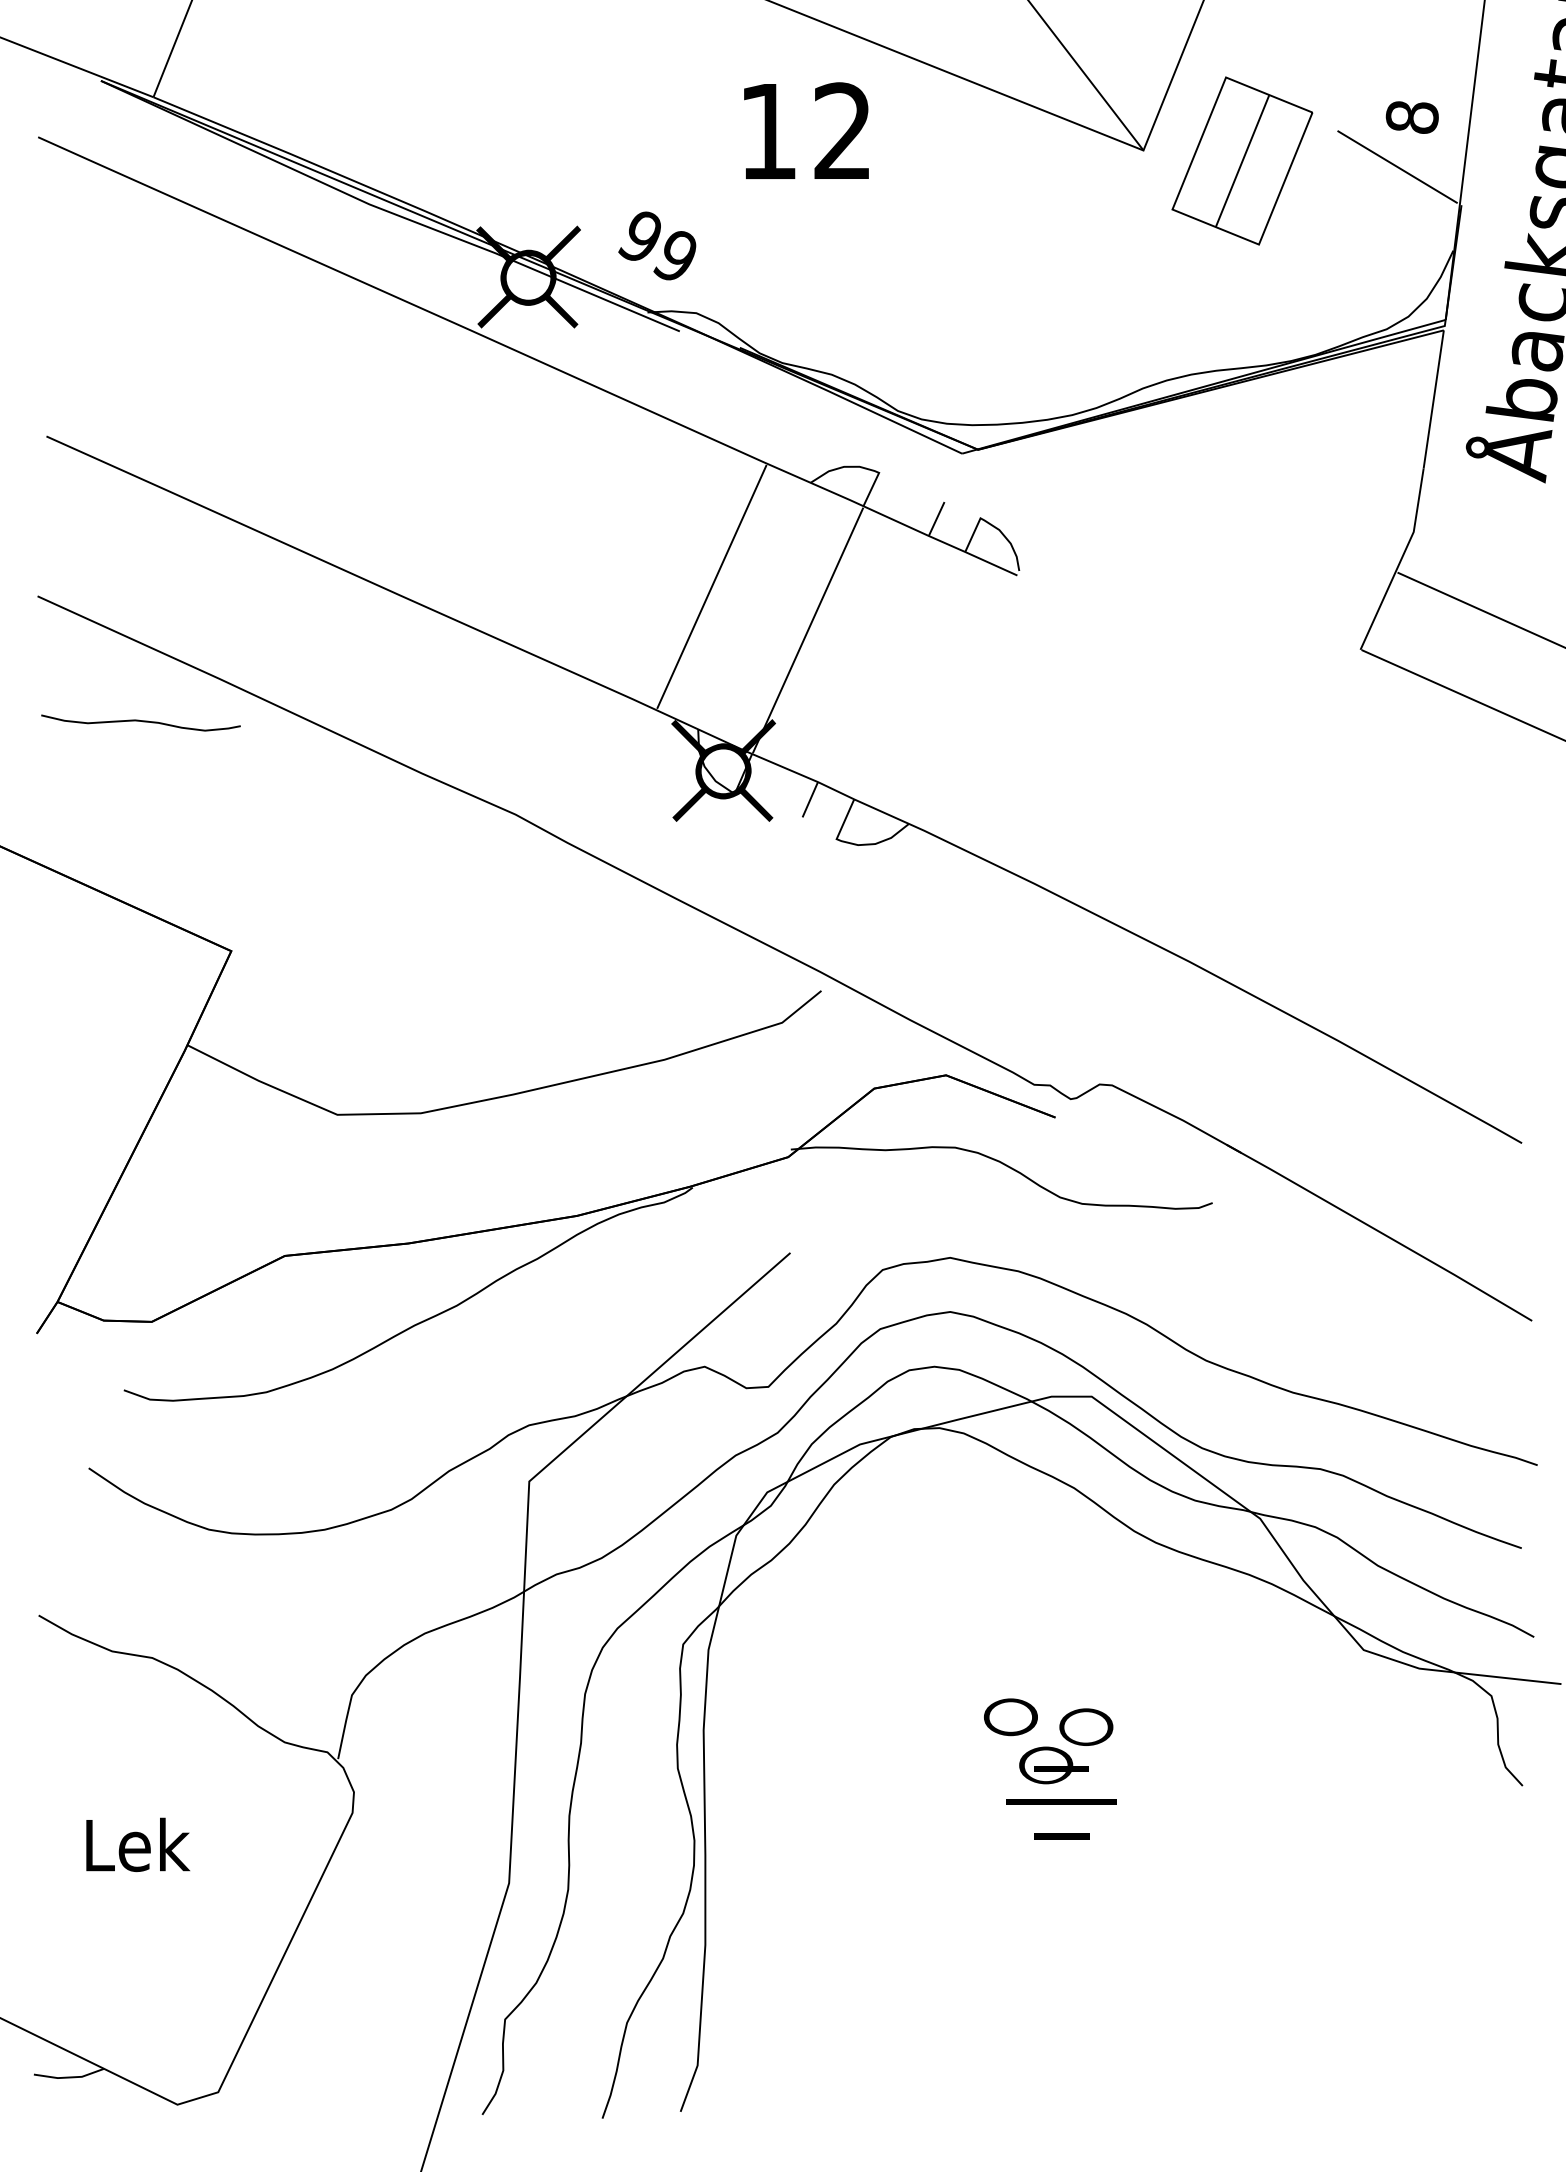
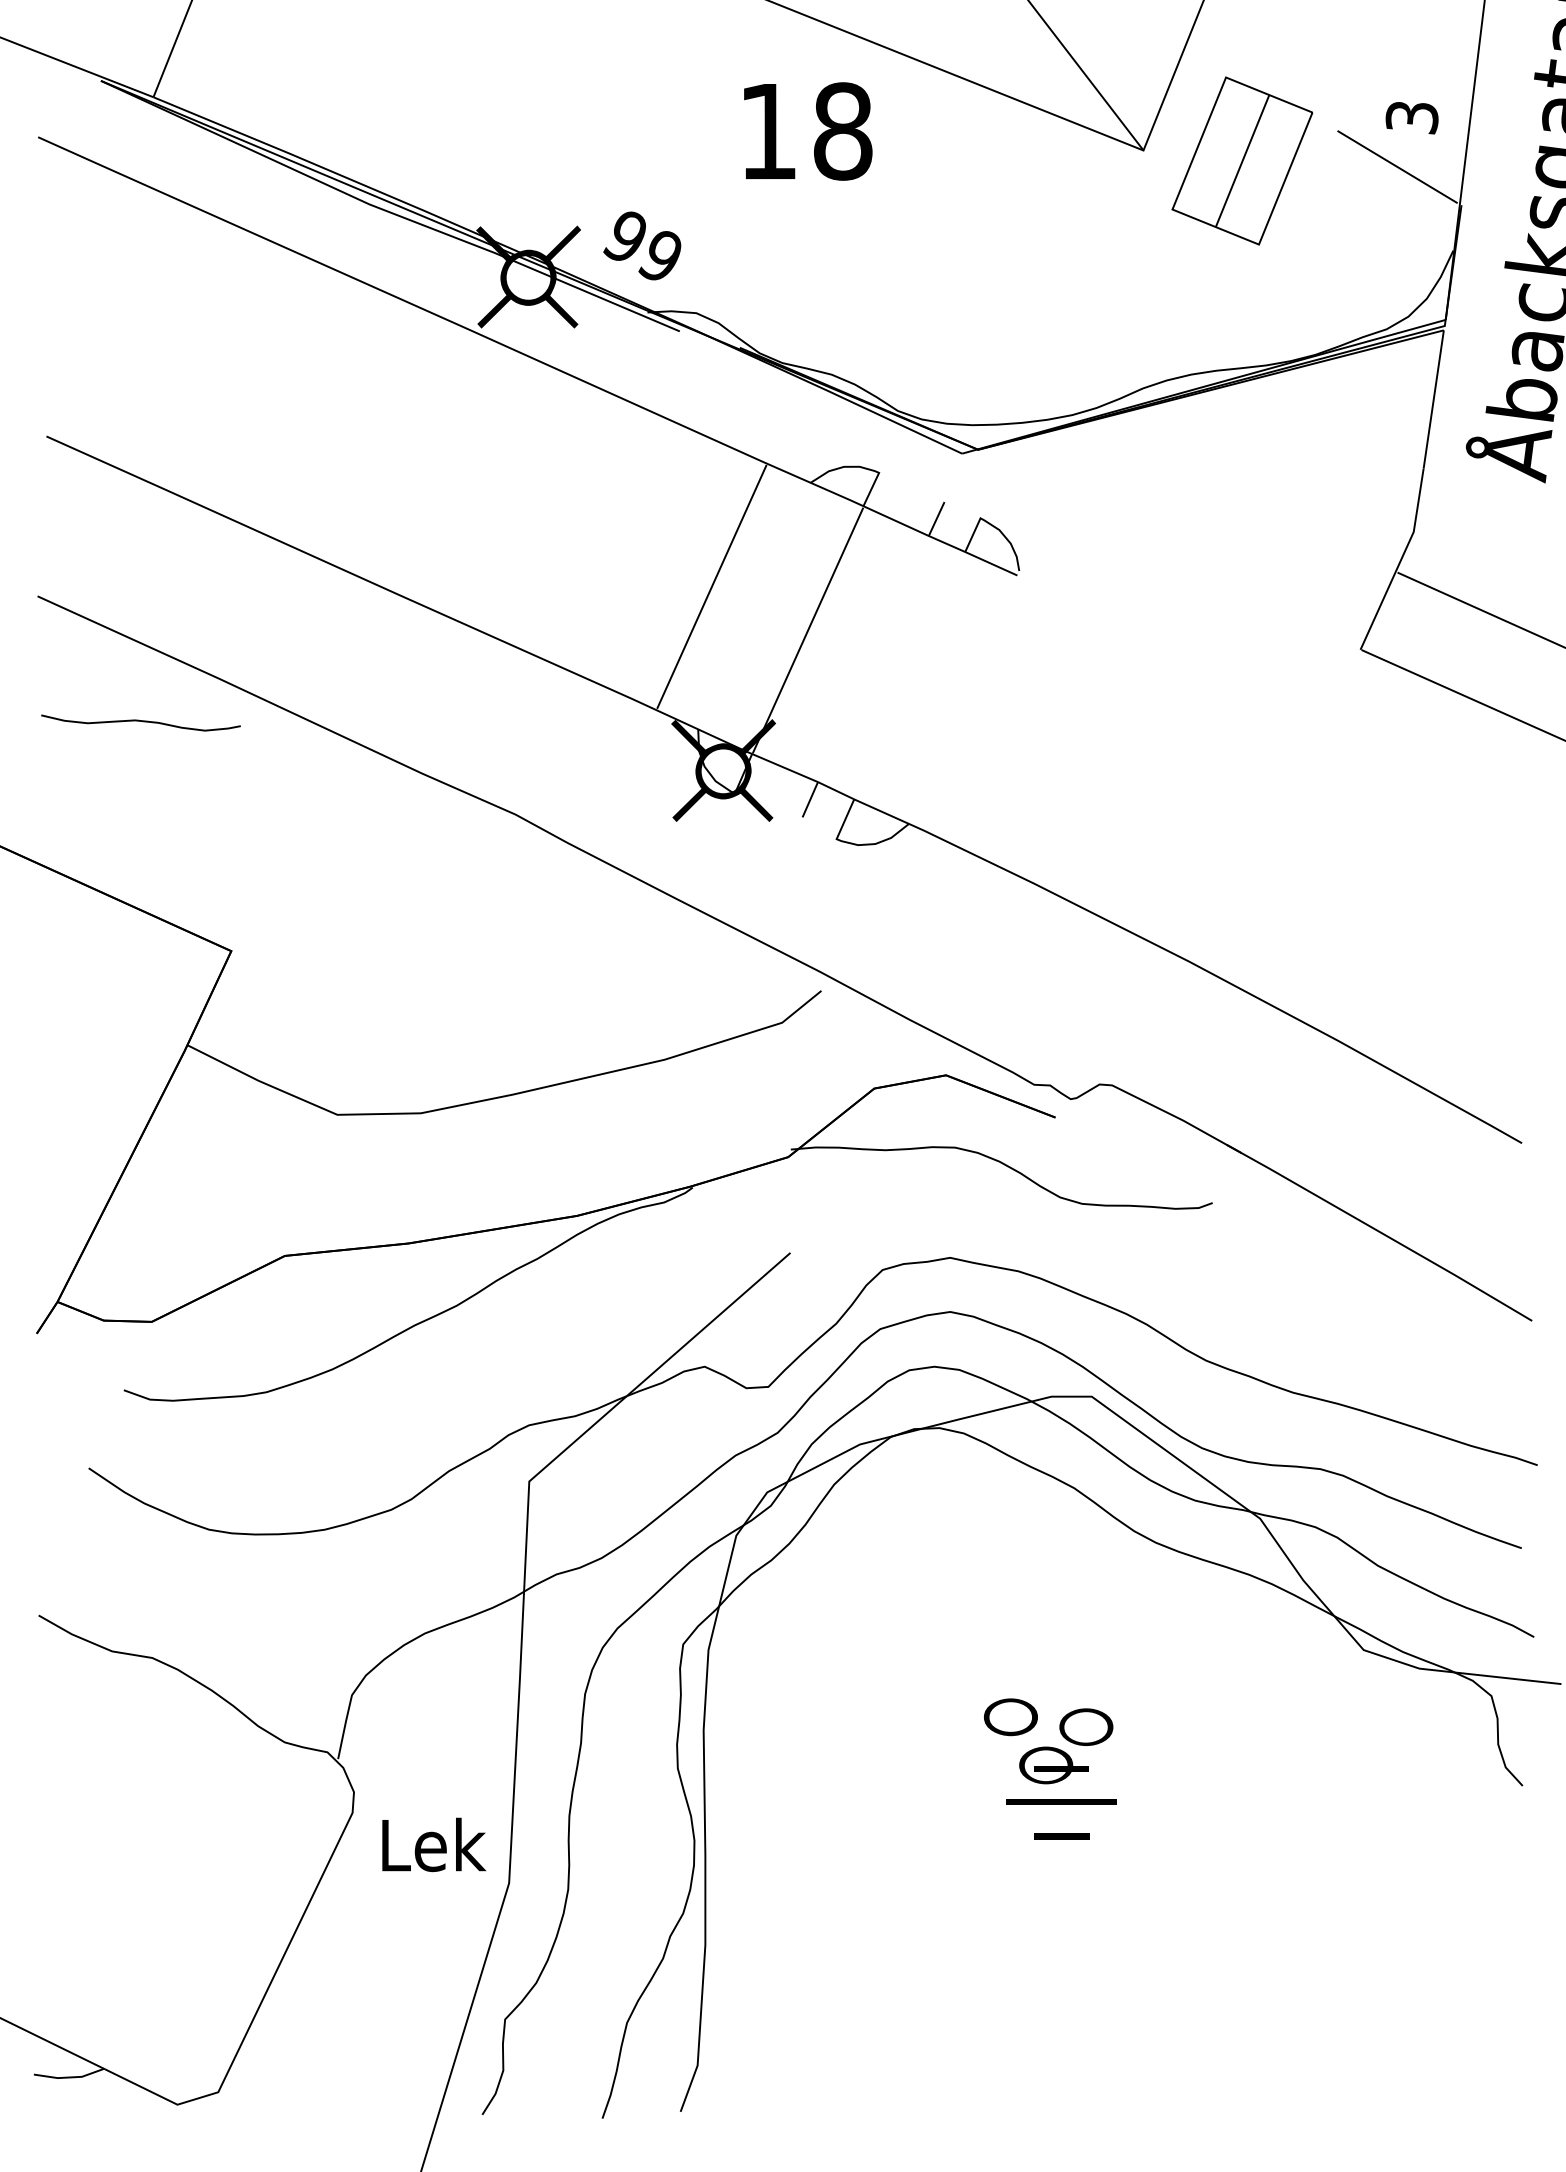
text at (1411, 117): 8 -> 3
text at (843, 131): 12 -> 18
text at (657, 245) position: (657, 245) -> (642, 245)
text at (138, 1844) position: (138, 1844) -> (434, 1844)
